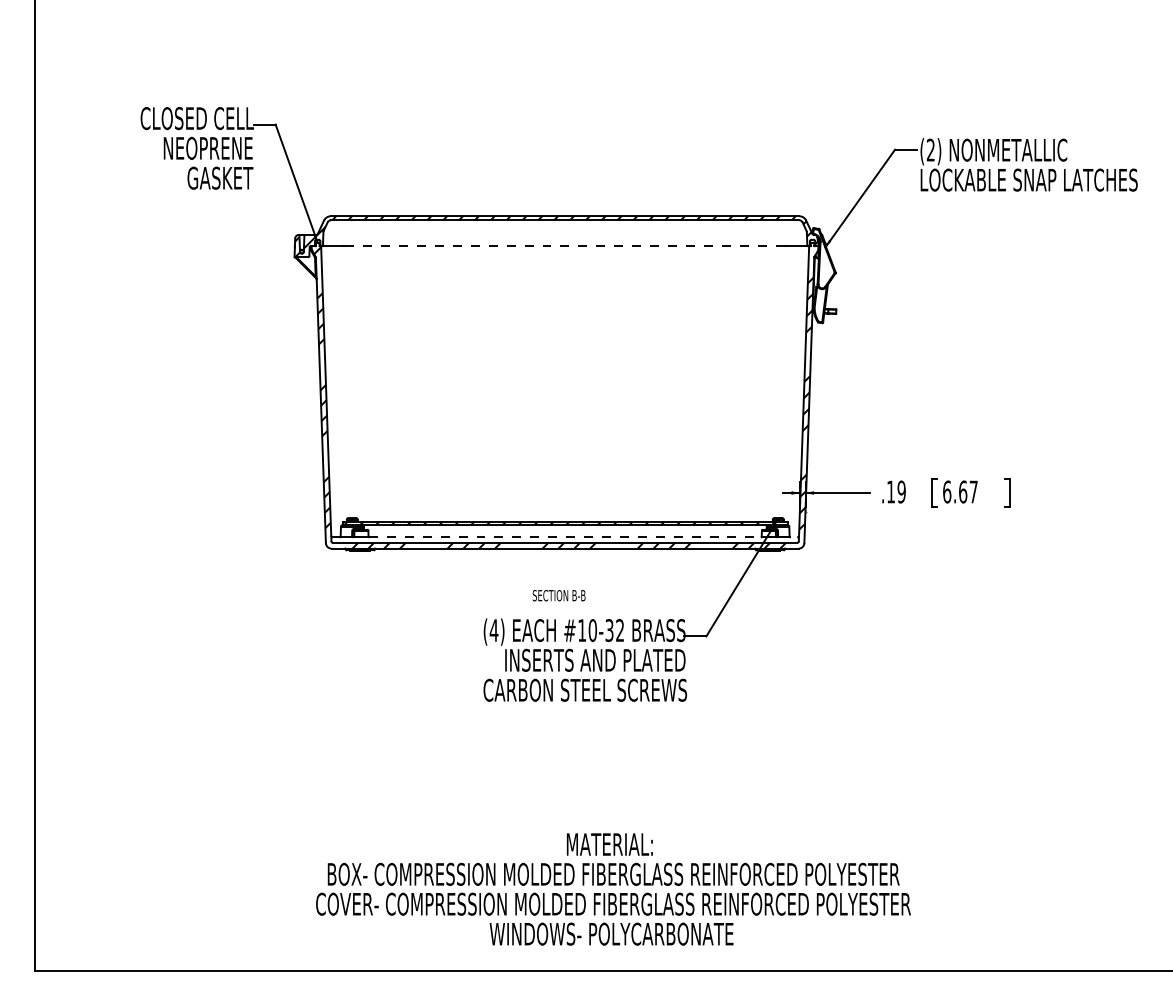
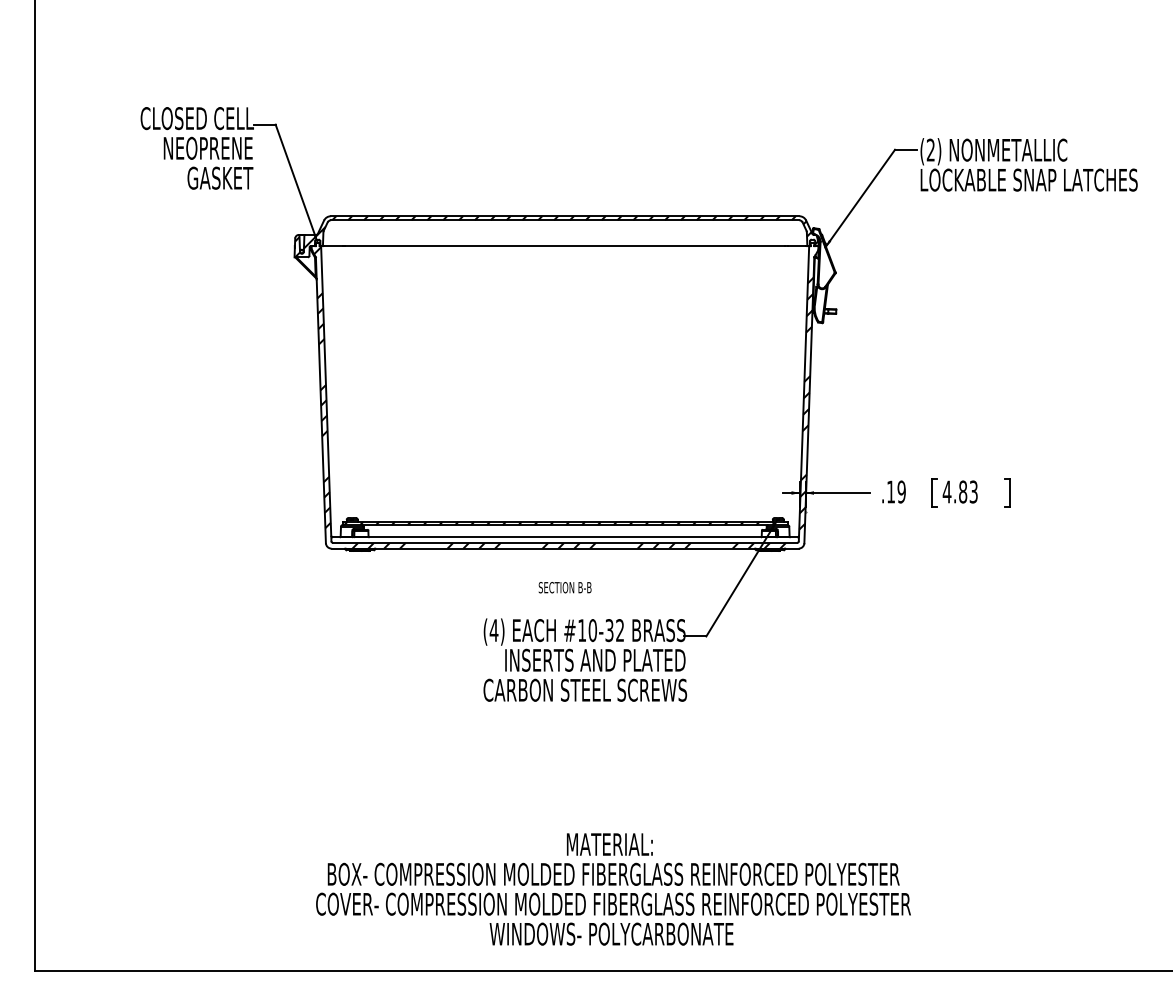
line at (565, 246): dashed -> solid
text at (959, 491): 6.67 -> 4.83
line at (565, 537): dashed -> solid
text at (558, 595) position: (558, 595) -> (564, 587)
